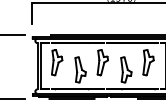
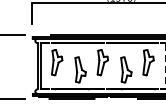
line at (165, 66): solid -> dashed
